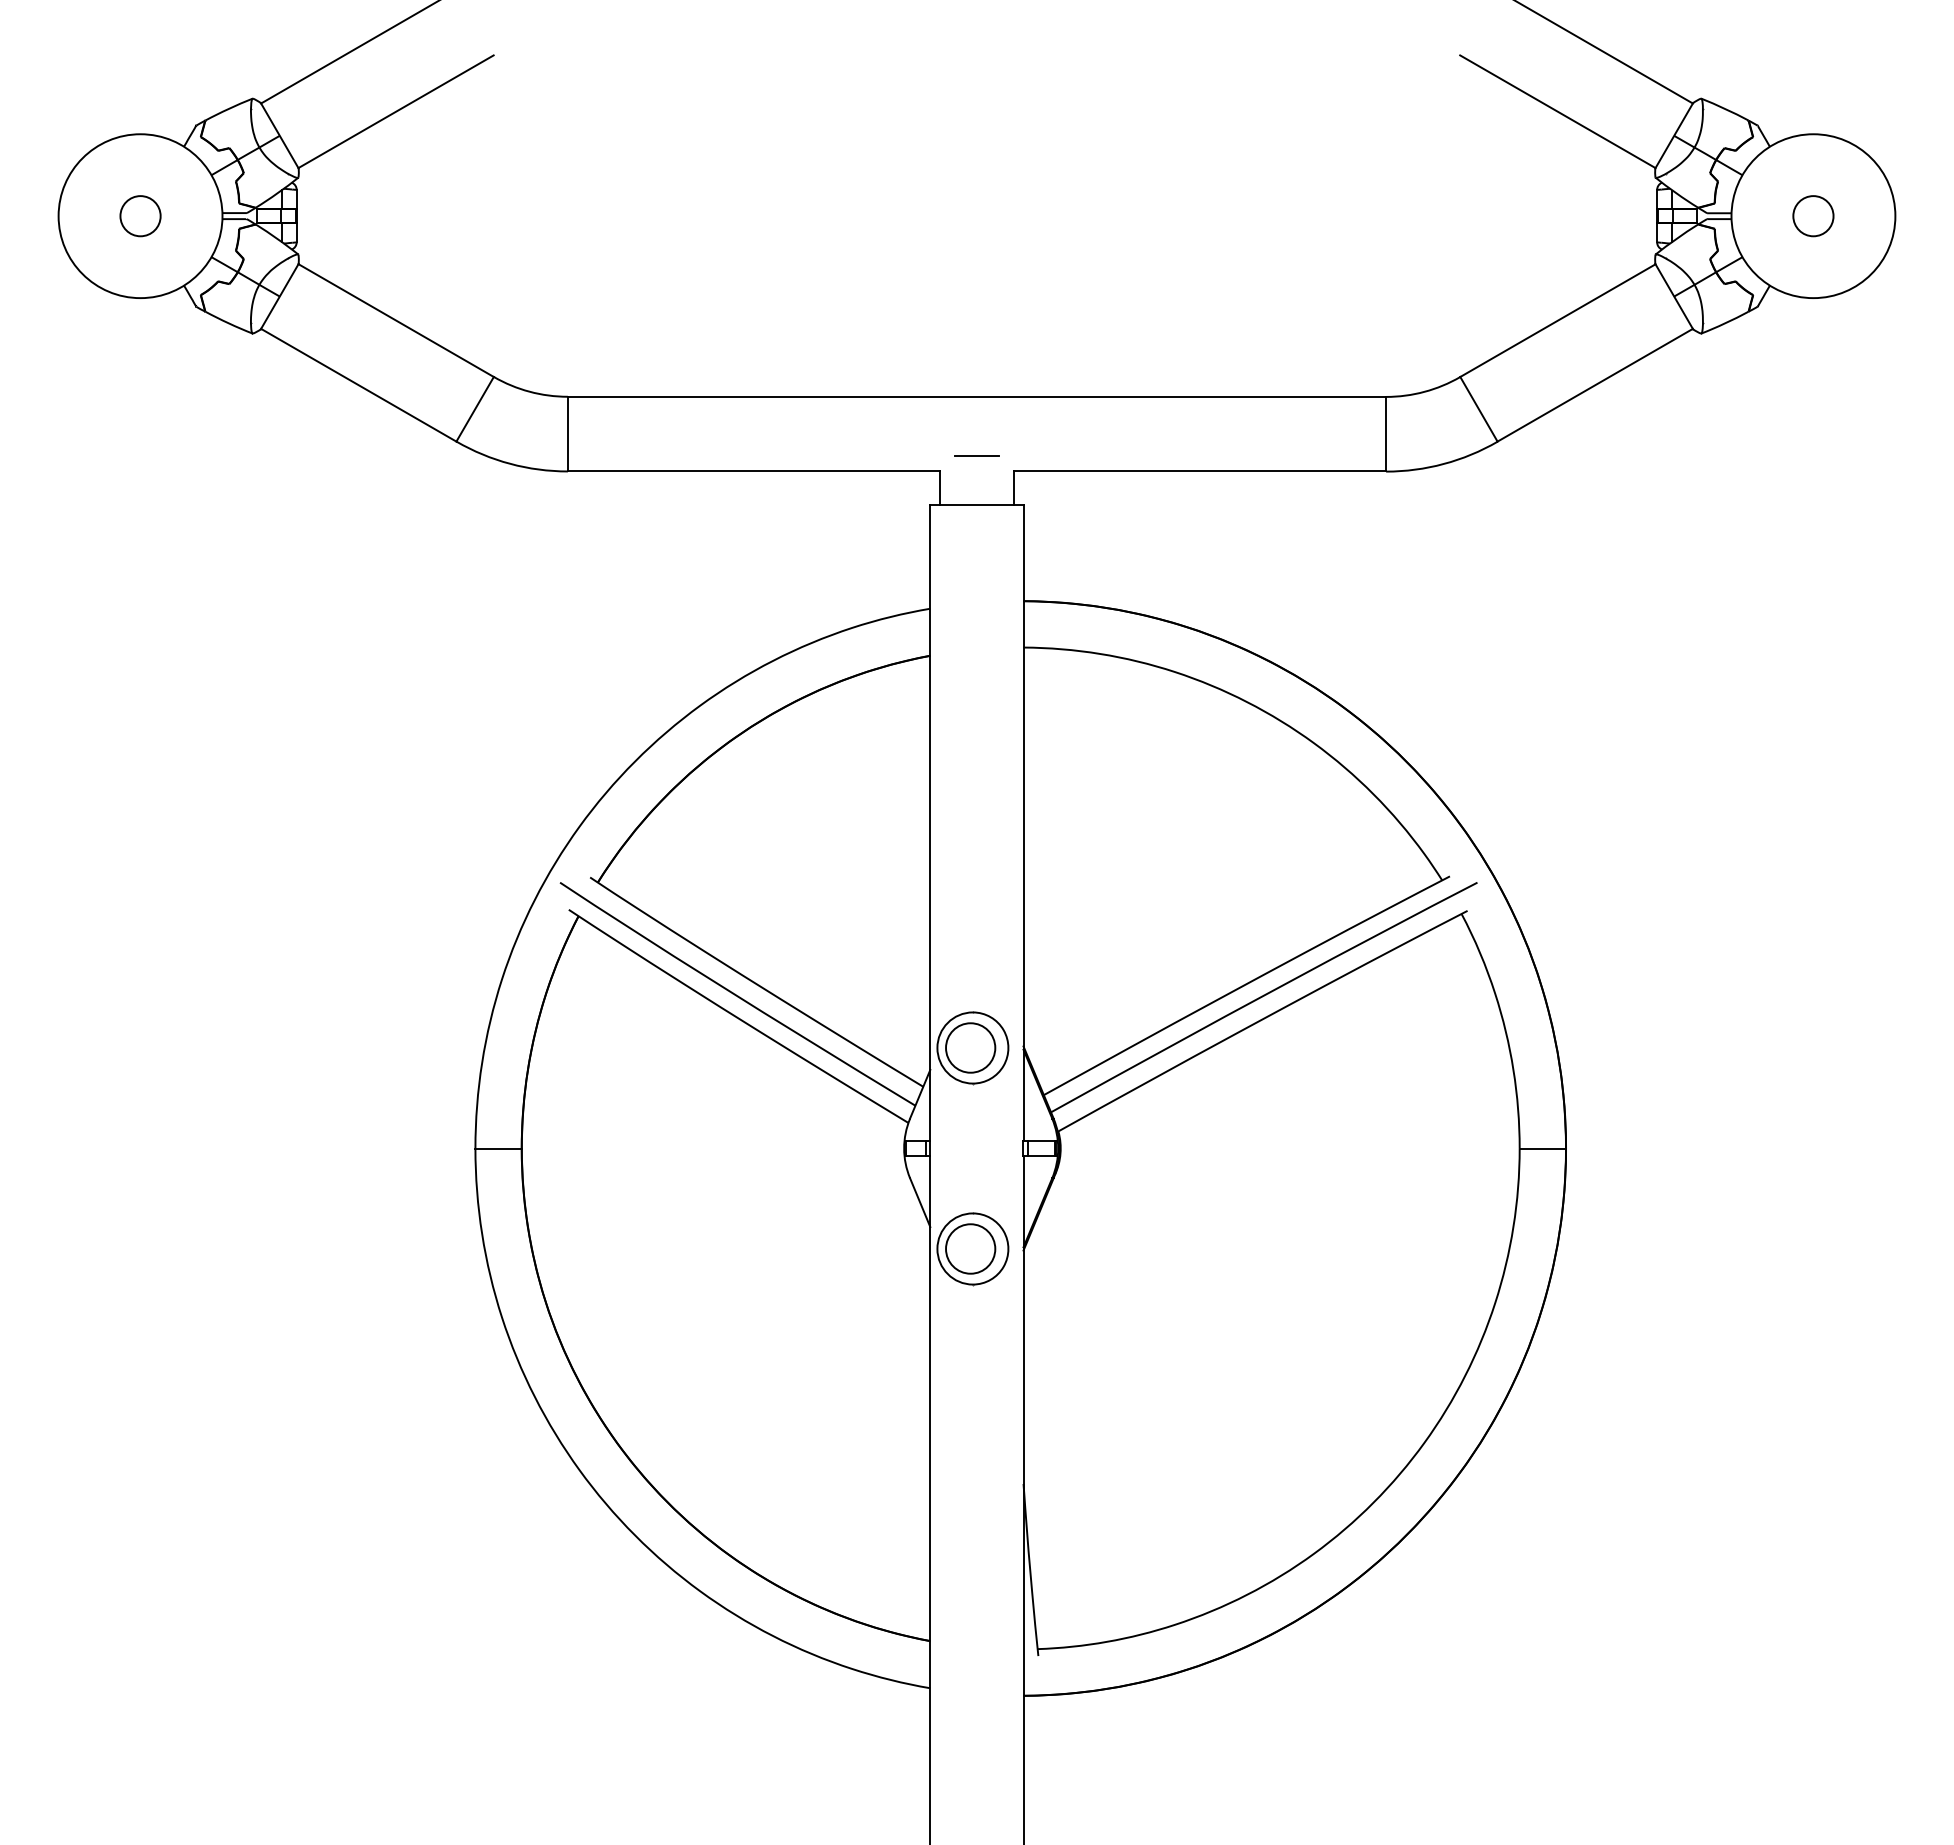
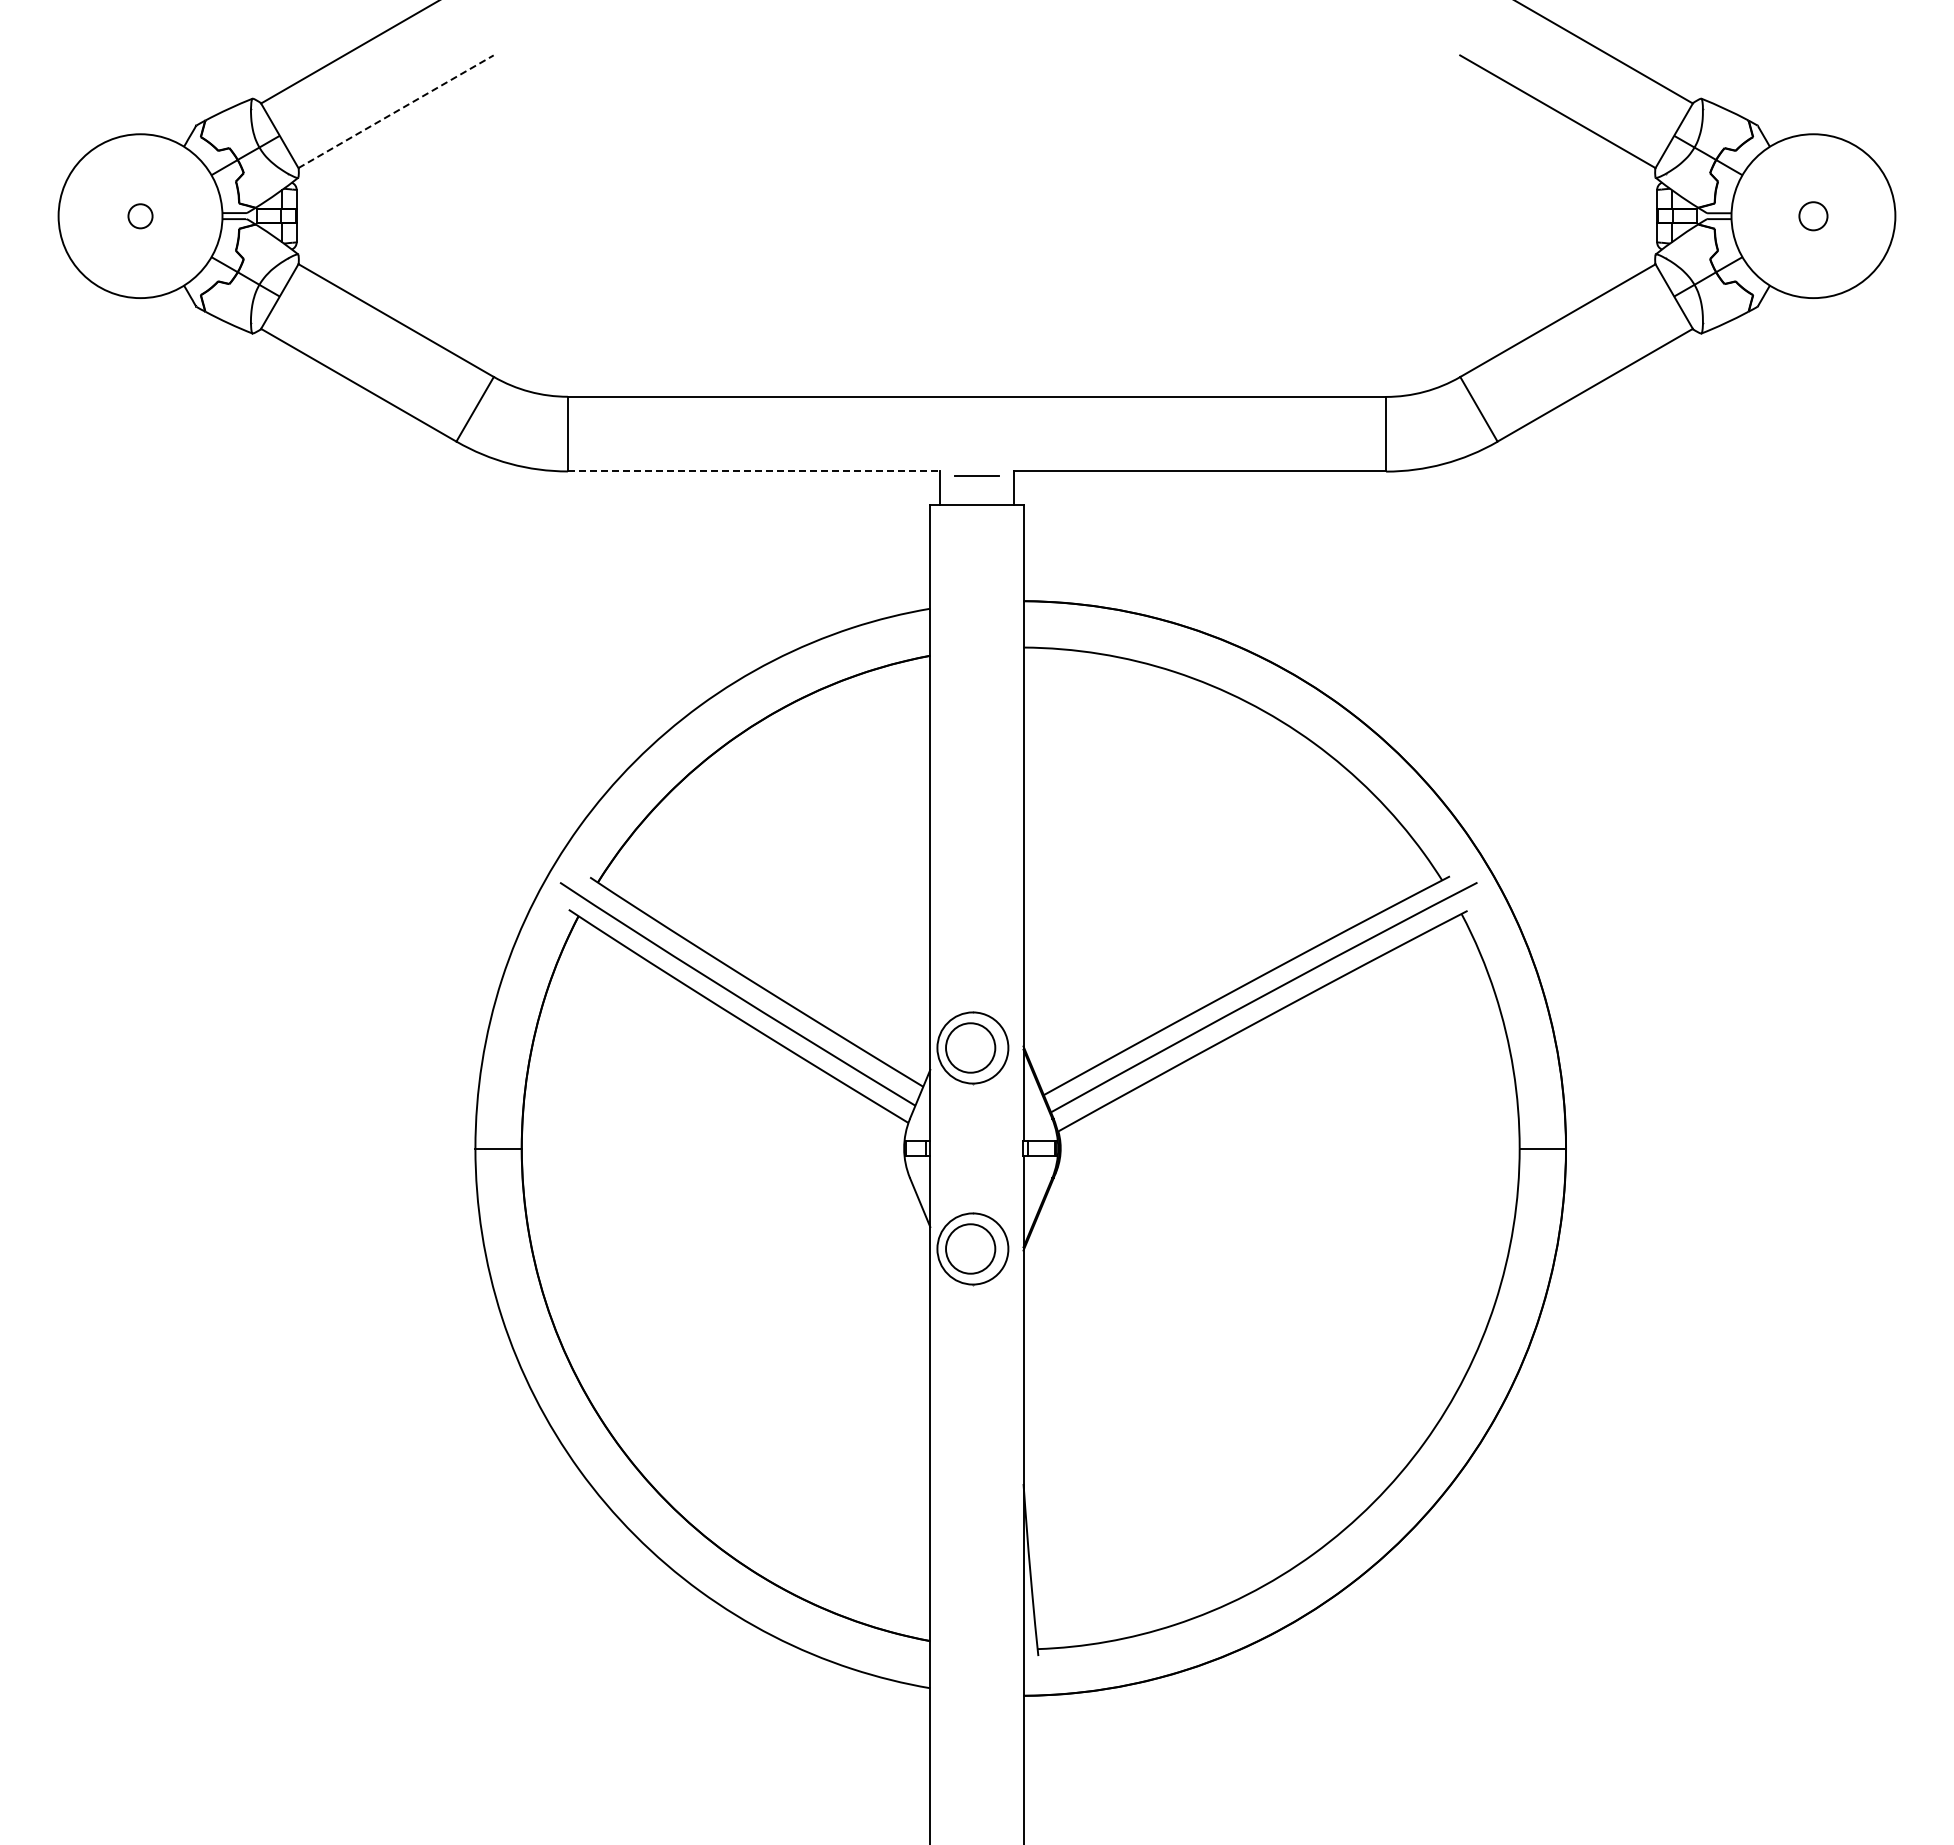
line at (396, 111): solid -> dashed
circle at (140, 216) size: 43x43 px -> 27x27 px
circle at (1813, 216) size: 43x43 px -> 31x31 px
line at (976, 455) position: (976, 455) -> (976, 475)
line at (753, 471): solid -> dashed
